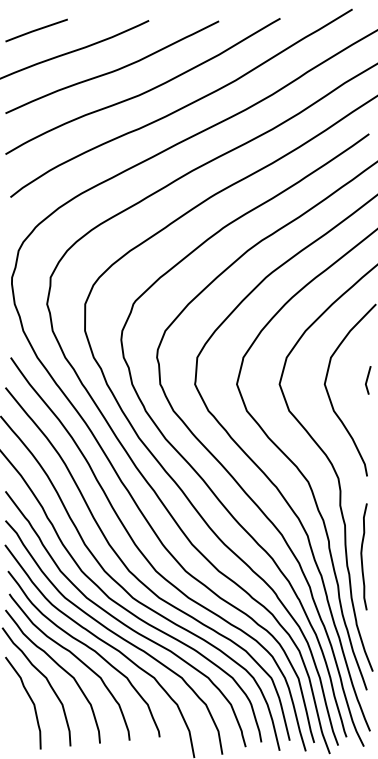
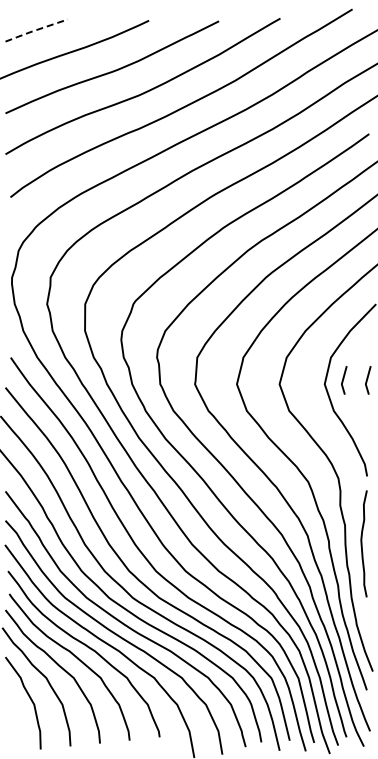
line at (35, 30): solid -> dashed
line at (344, 379): none -> present
curve at (362, 556) position: (362, 556) -> (362, 543)
